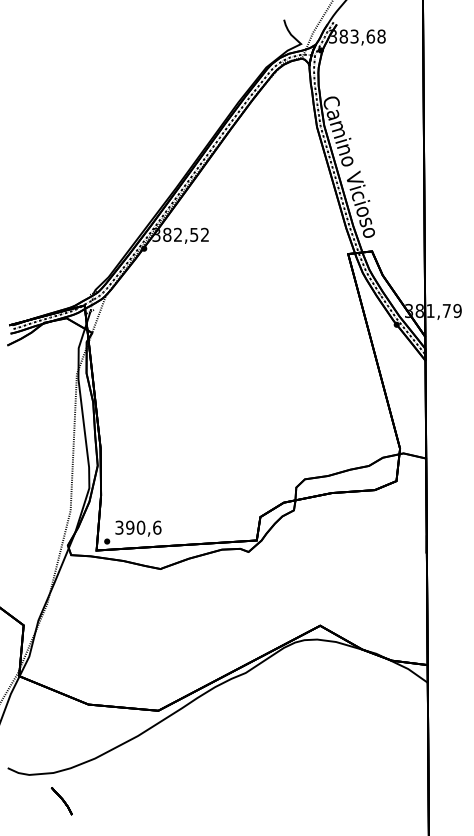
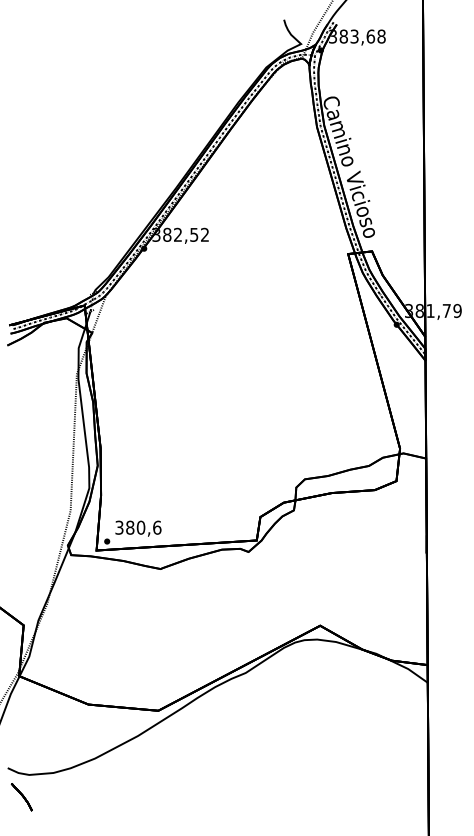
text at (130, 527): 390,6 -> 380,6
part at (61, 801) position: (61, 801) -> (21, 797)
